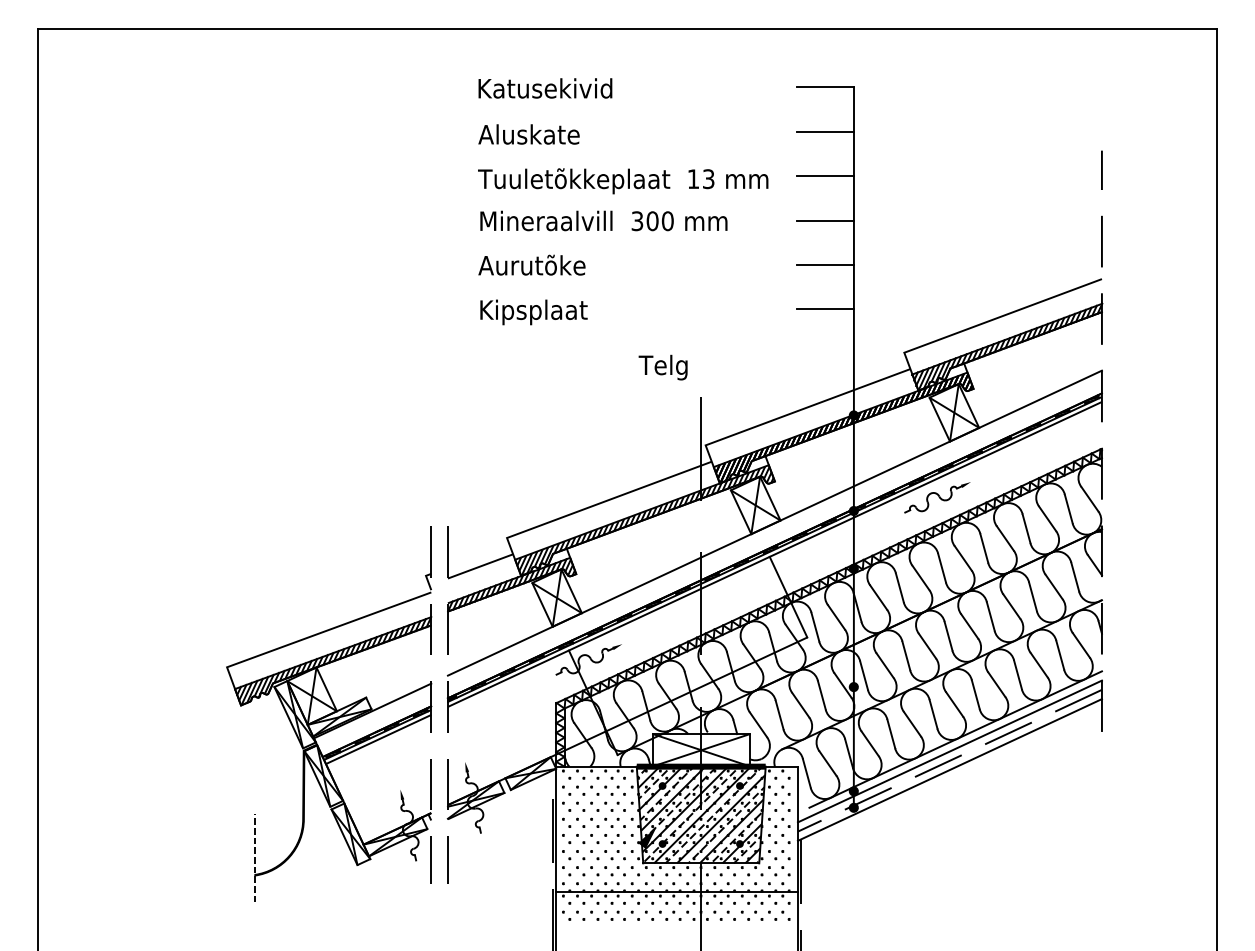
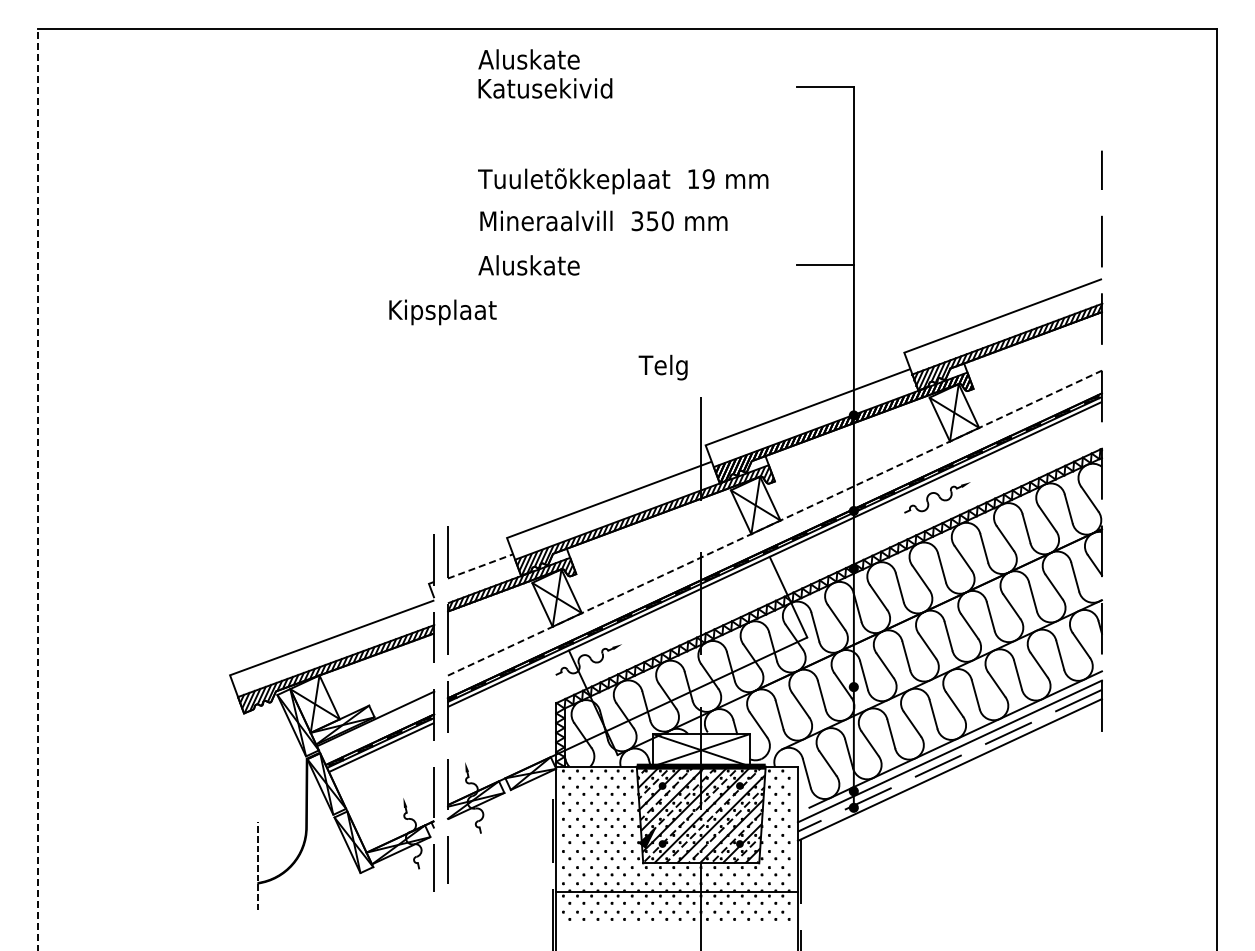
line at (825, 131): present -> none
text at (528, 134) position: (528, 134) -> (528, 59)
line at (825, 176): present -> none
text at (708, 178): 13 -> 19
line at (825, 220): present -> none
text at (652, 221): 300 -> 350
text at (540, 264): Aurutõke -> Aluskate
line at (825, 309): present -> none
text at (533, 312) position: (533, 312) -> (442, 312)
line at (37, 489): solid -> dashed
line at (774, 523): solid -> dashed
line at (480, 566): solid -> dashed
part at (329, 713) position: (329, 713) -> (332, 721)
